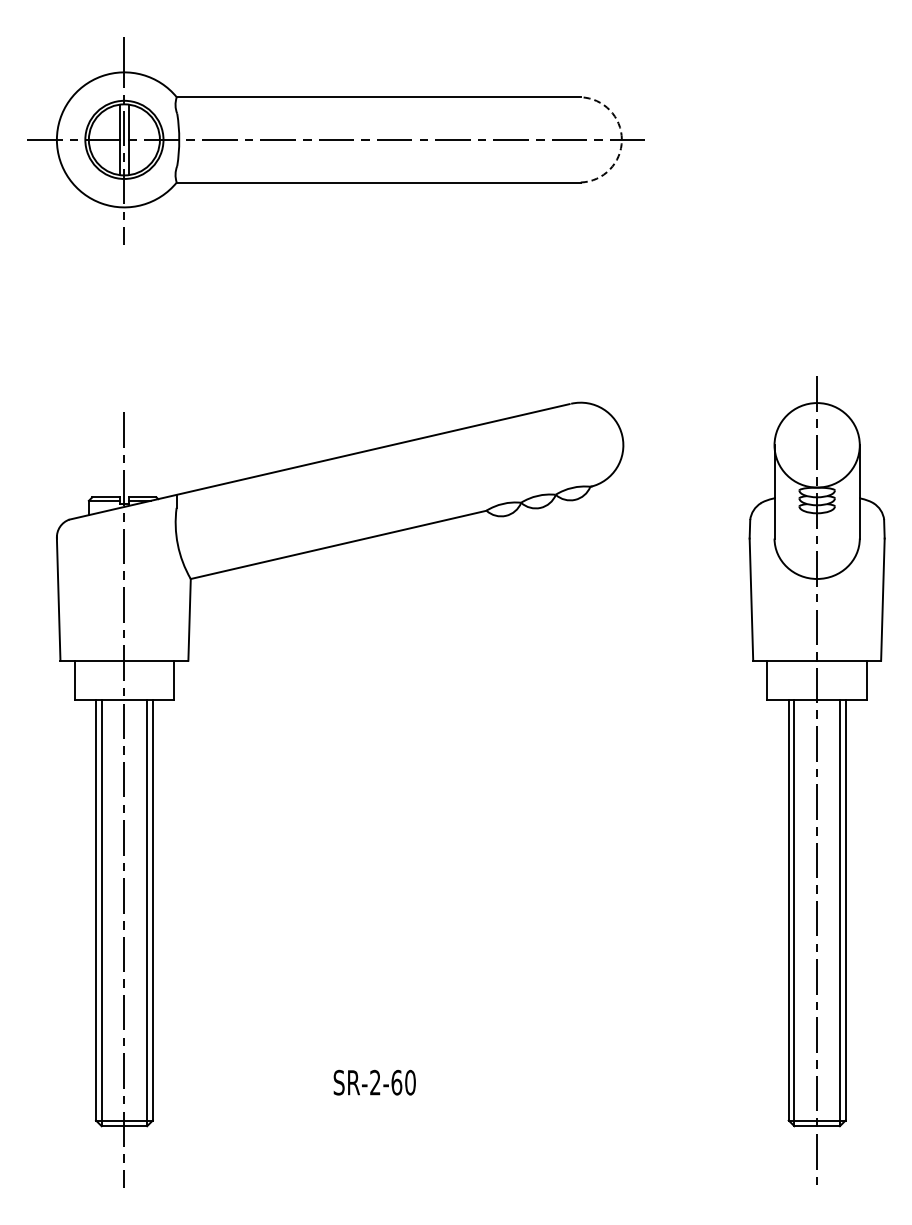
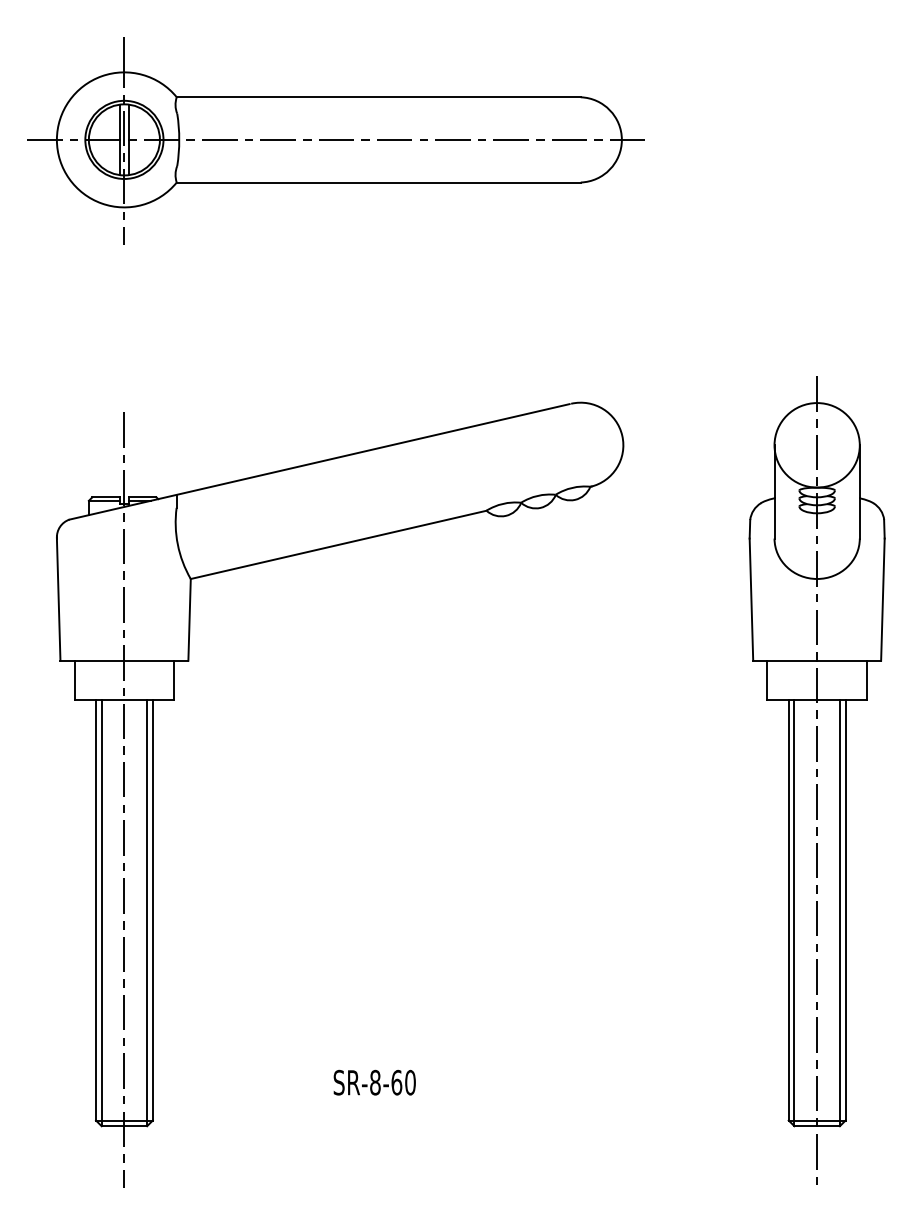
arc at (621, 139): dashed -> solid
text at (375, 1082): SR-2-60 -> SR-8-60
